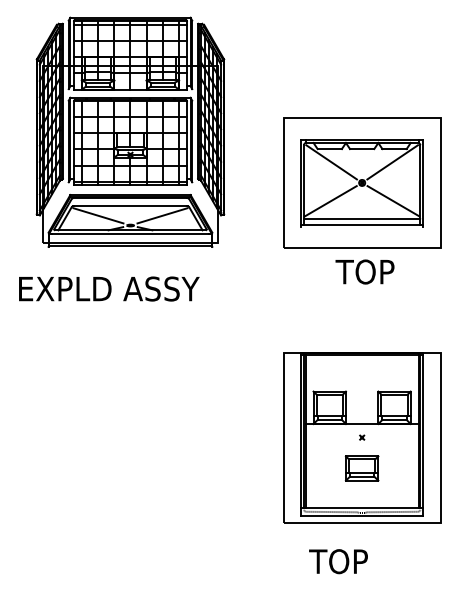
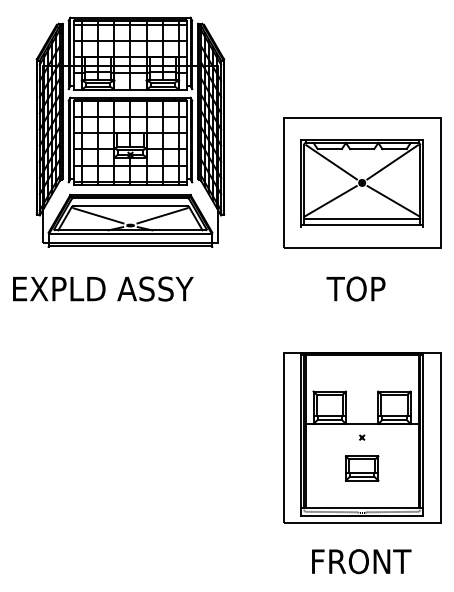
text at (364, 271) position: (364, 271) -> (355, 288)
text at (109, 288) position: (109, 288) -> (103, 288)
text at (360, 561): TOP -> FRONT
